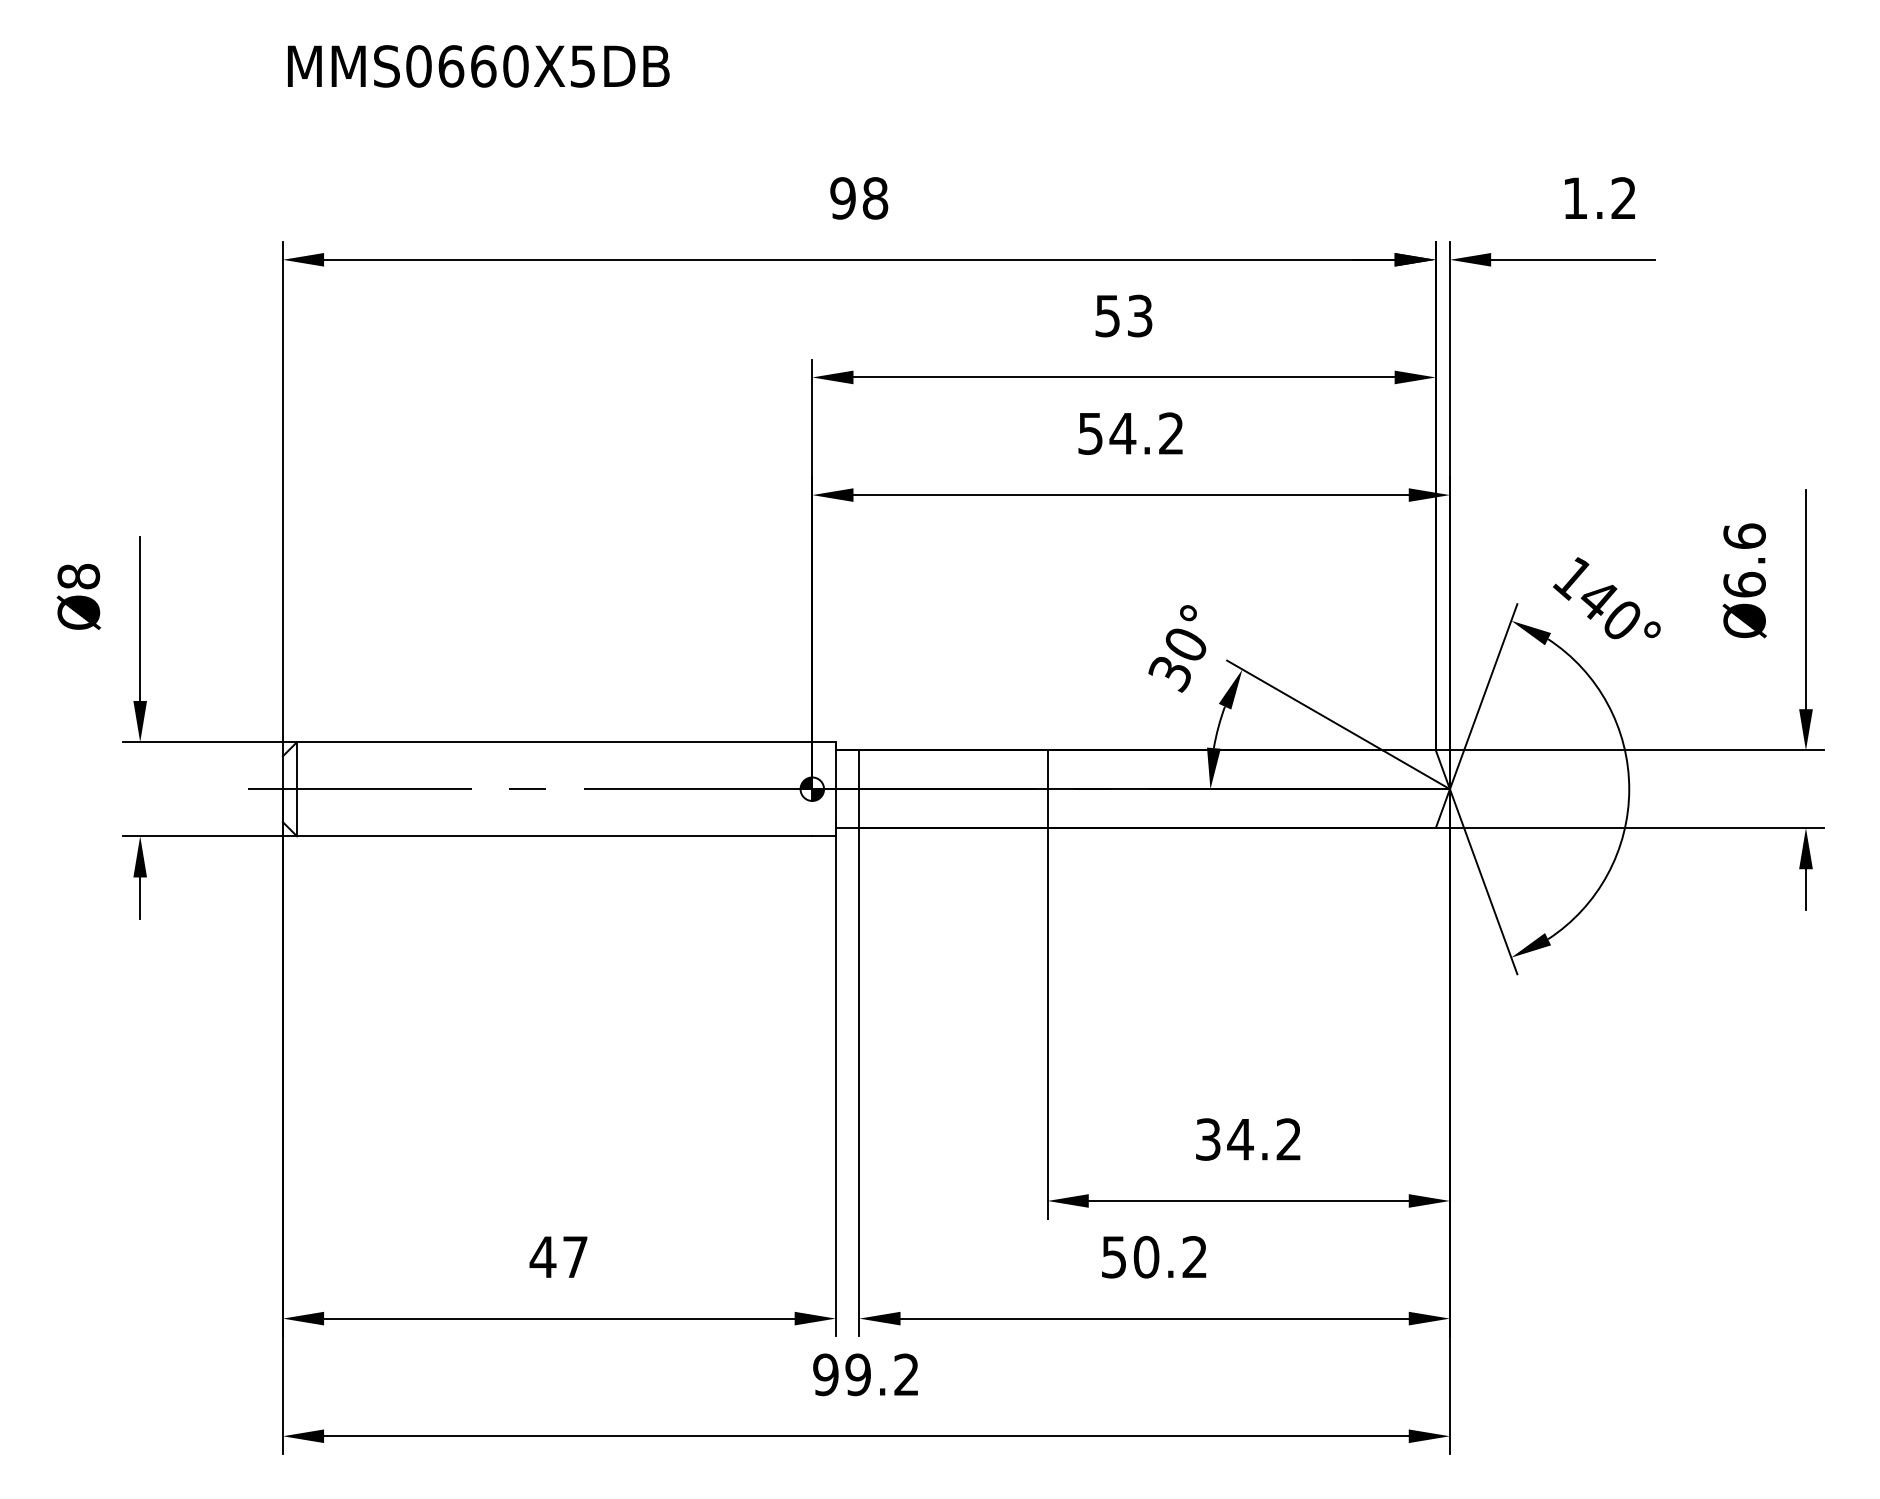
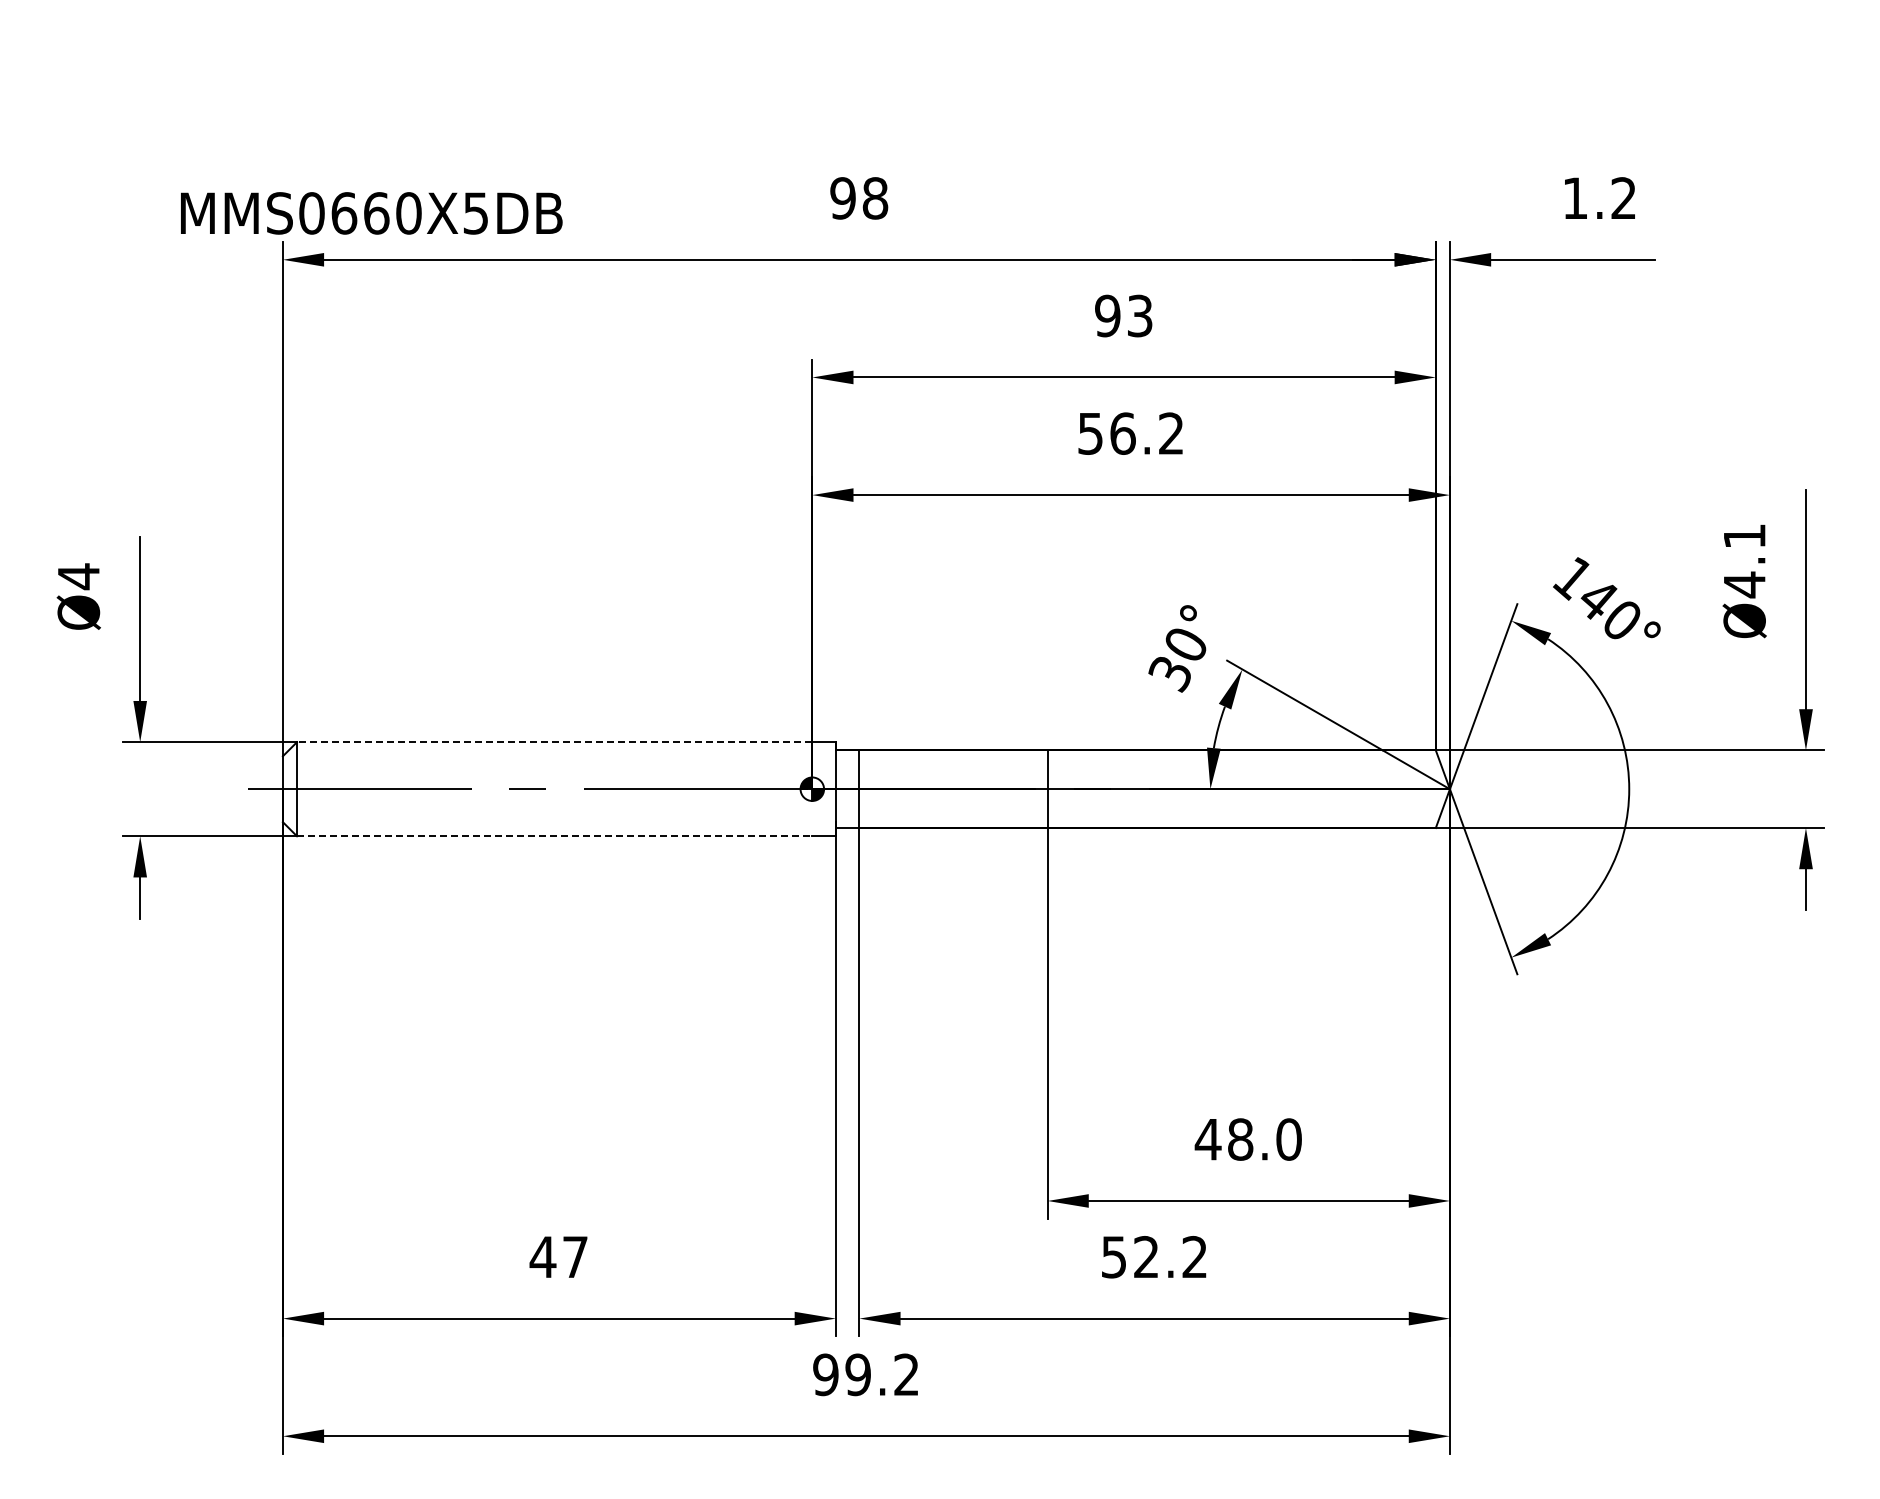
text at (478, 66) position: (478, 66) -> (371, 213)
text at (1107, 315): 53 -> 93
text at (1122, 433): 54.2 -> 56.2
text at (1744, 560): Ø6.6 -> Ø4.1
text at (78, 576): Ø8 -> Ø4
line at (554, 742): solid -> dashed
line at (554, 836): solid -> dashed
text at (1247, 1139): 34.2 -> 48.0
text at (1146, 1257): 50.2 -> 52.2
